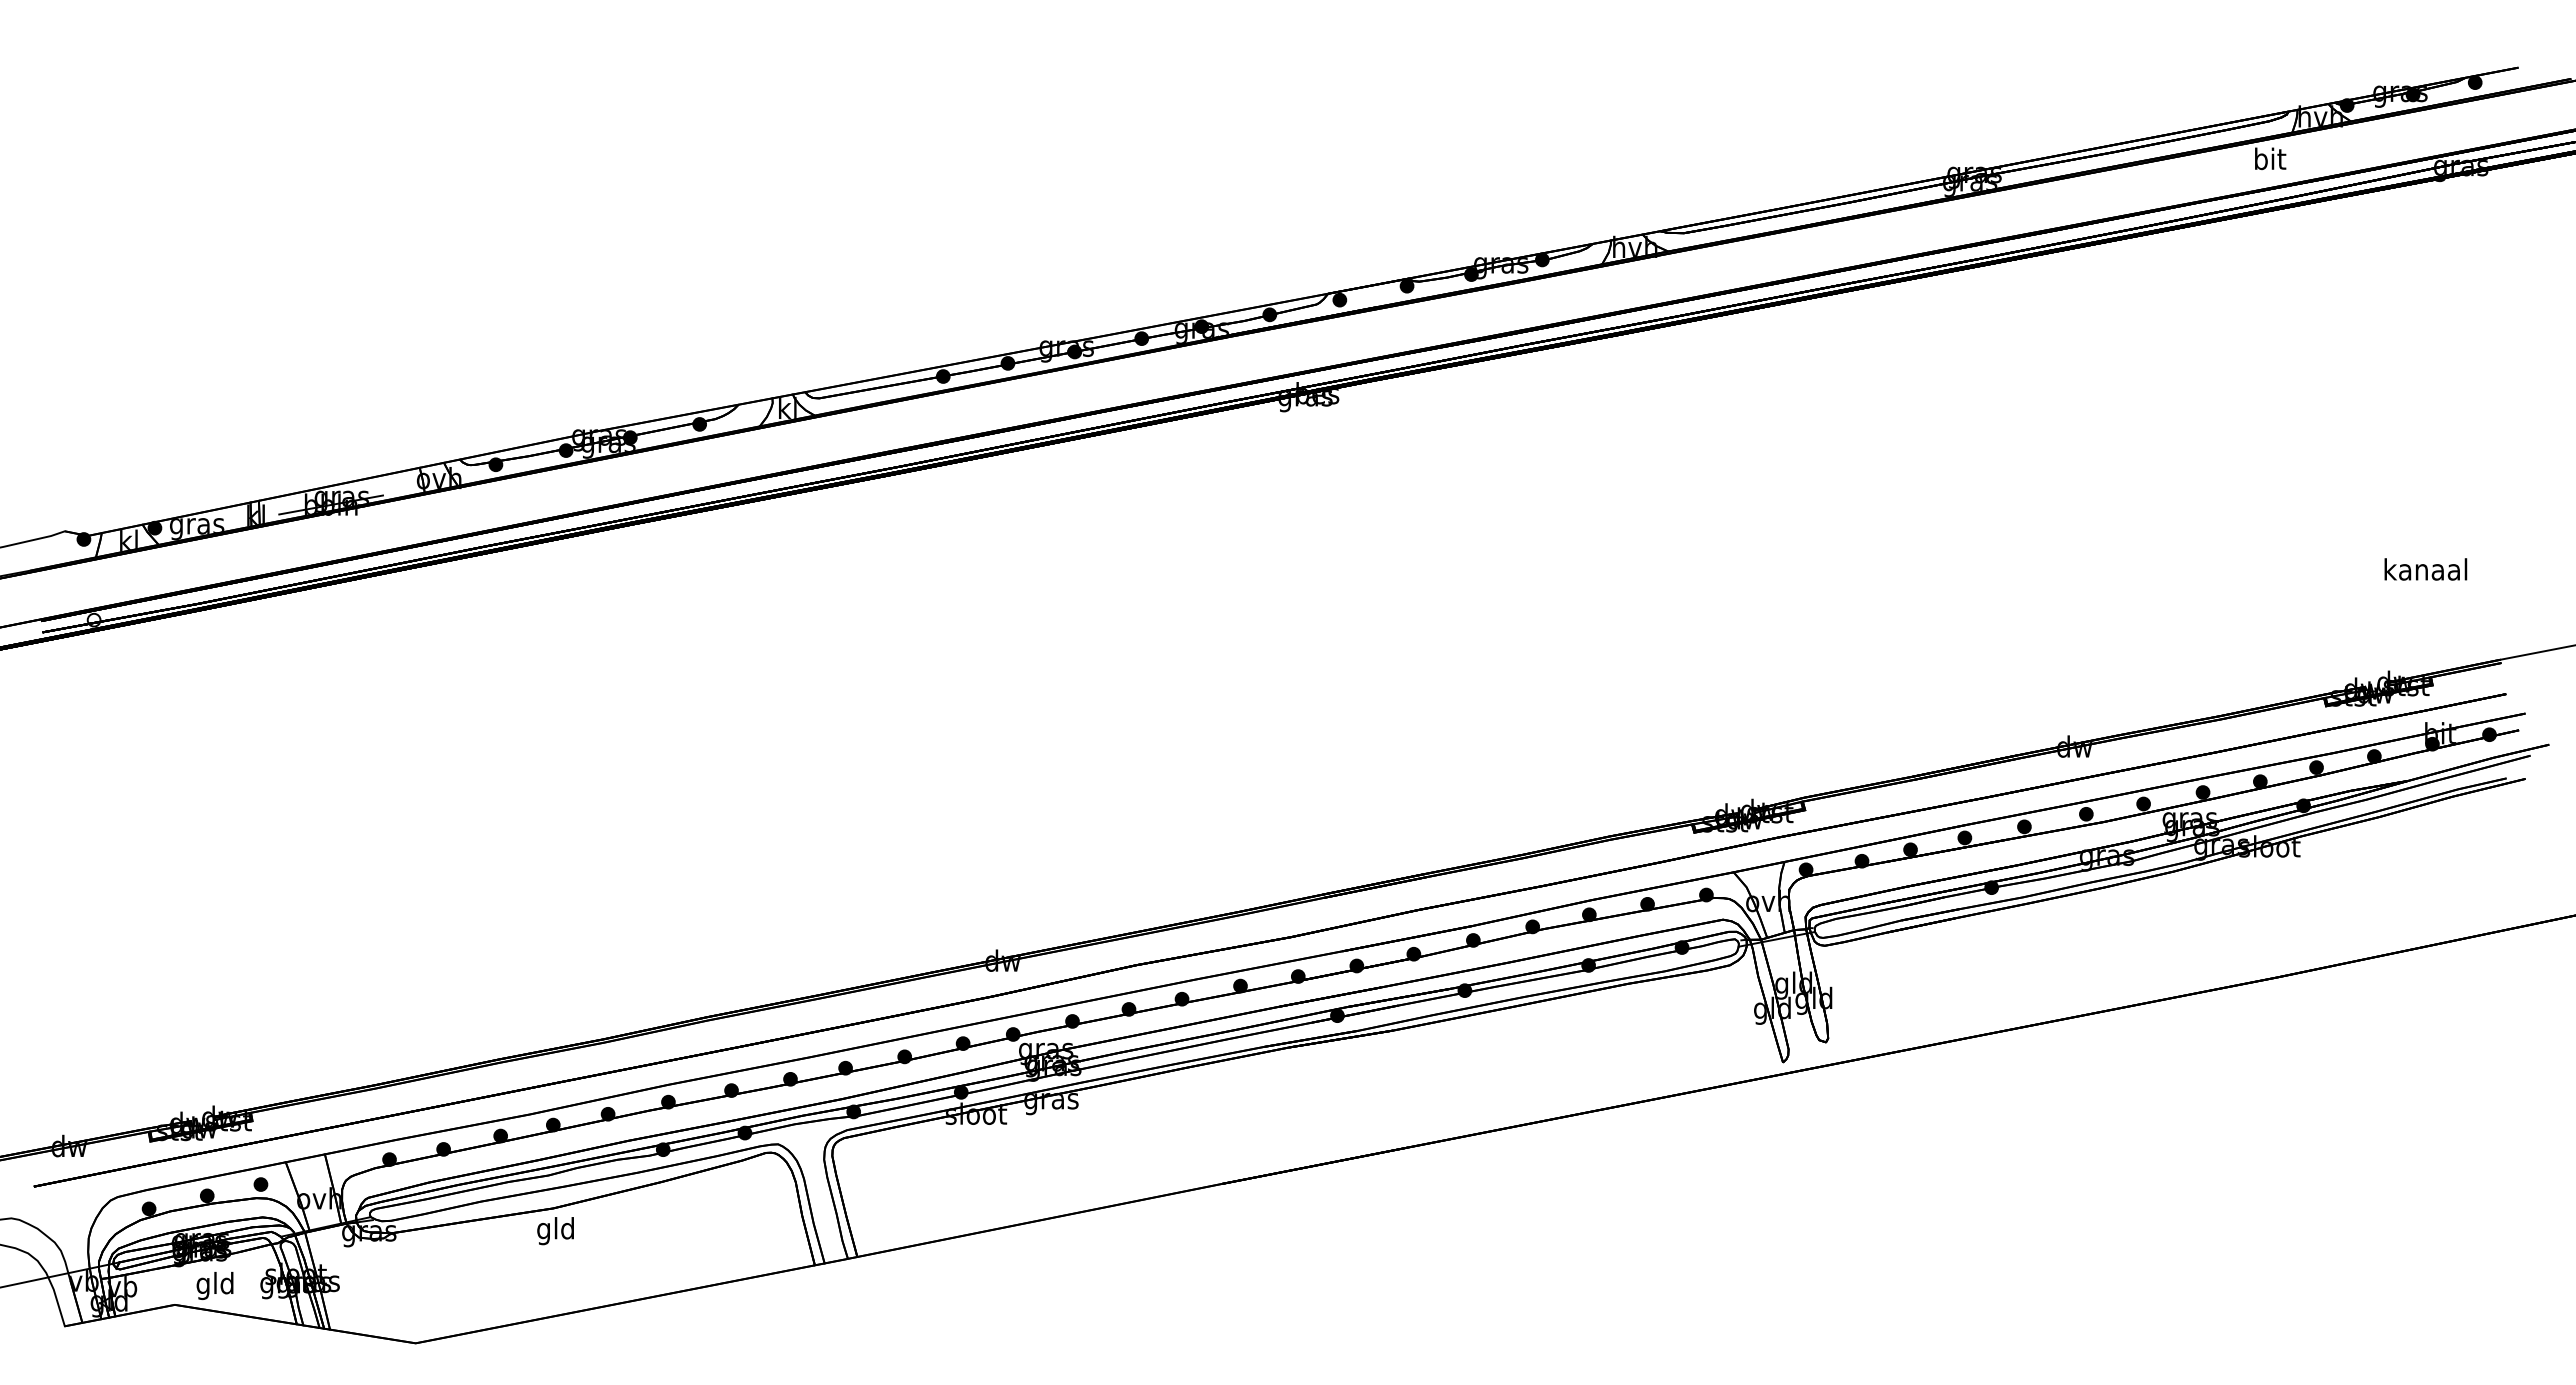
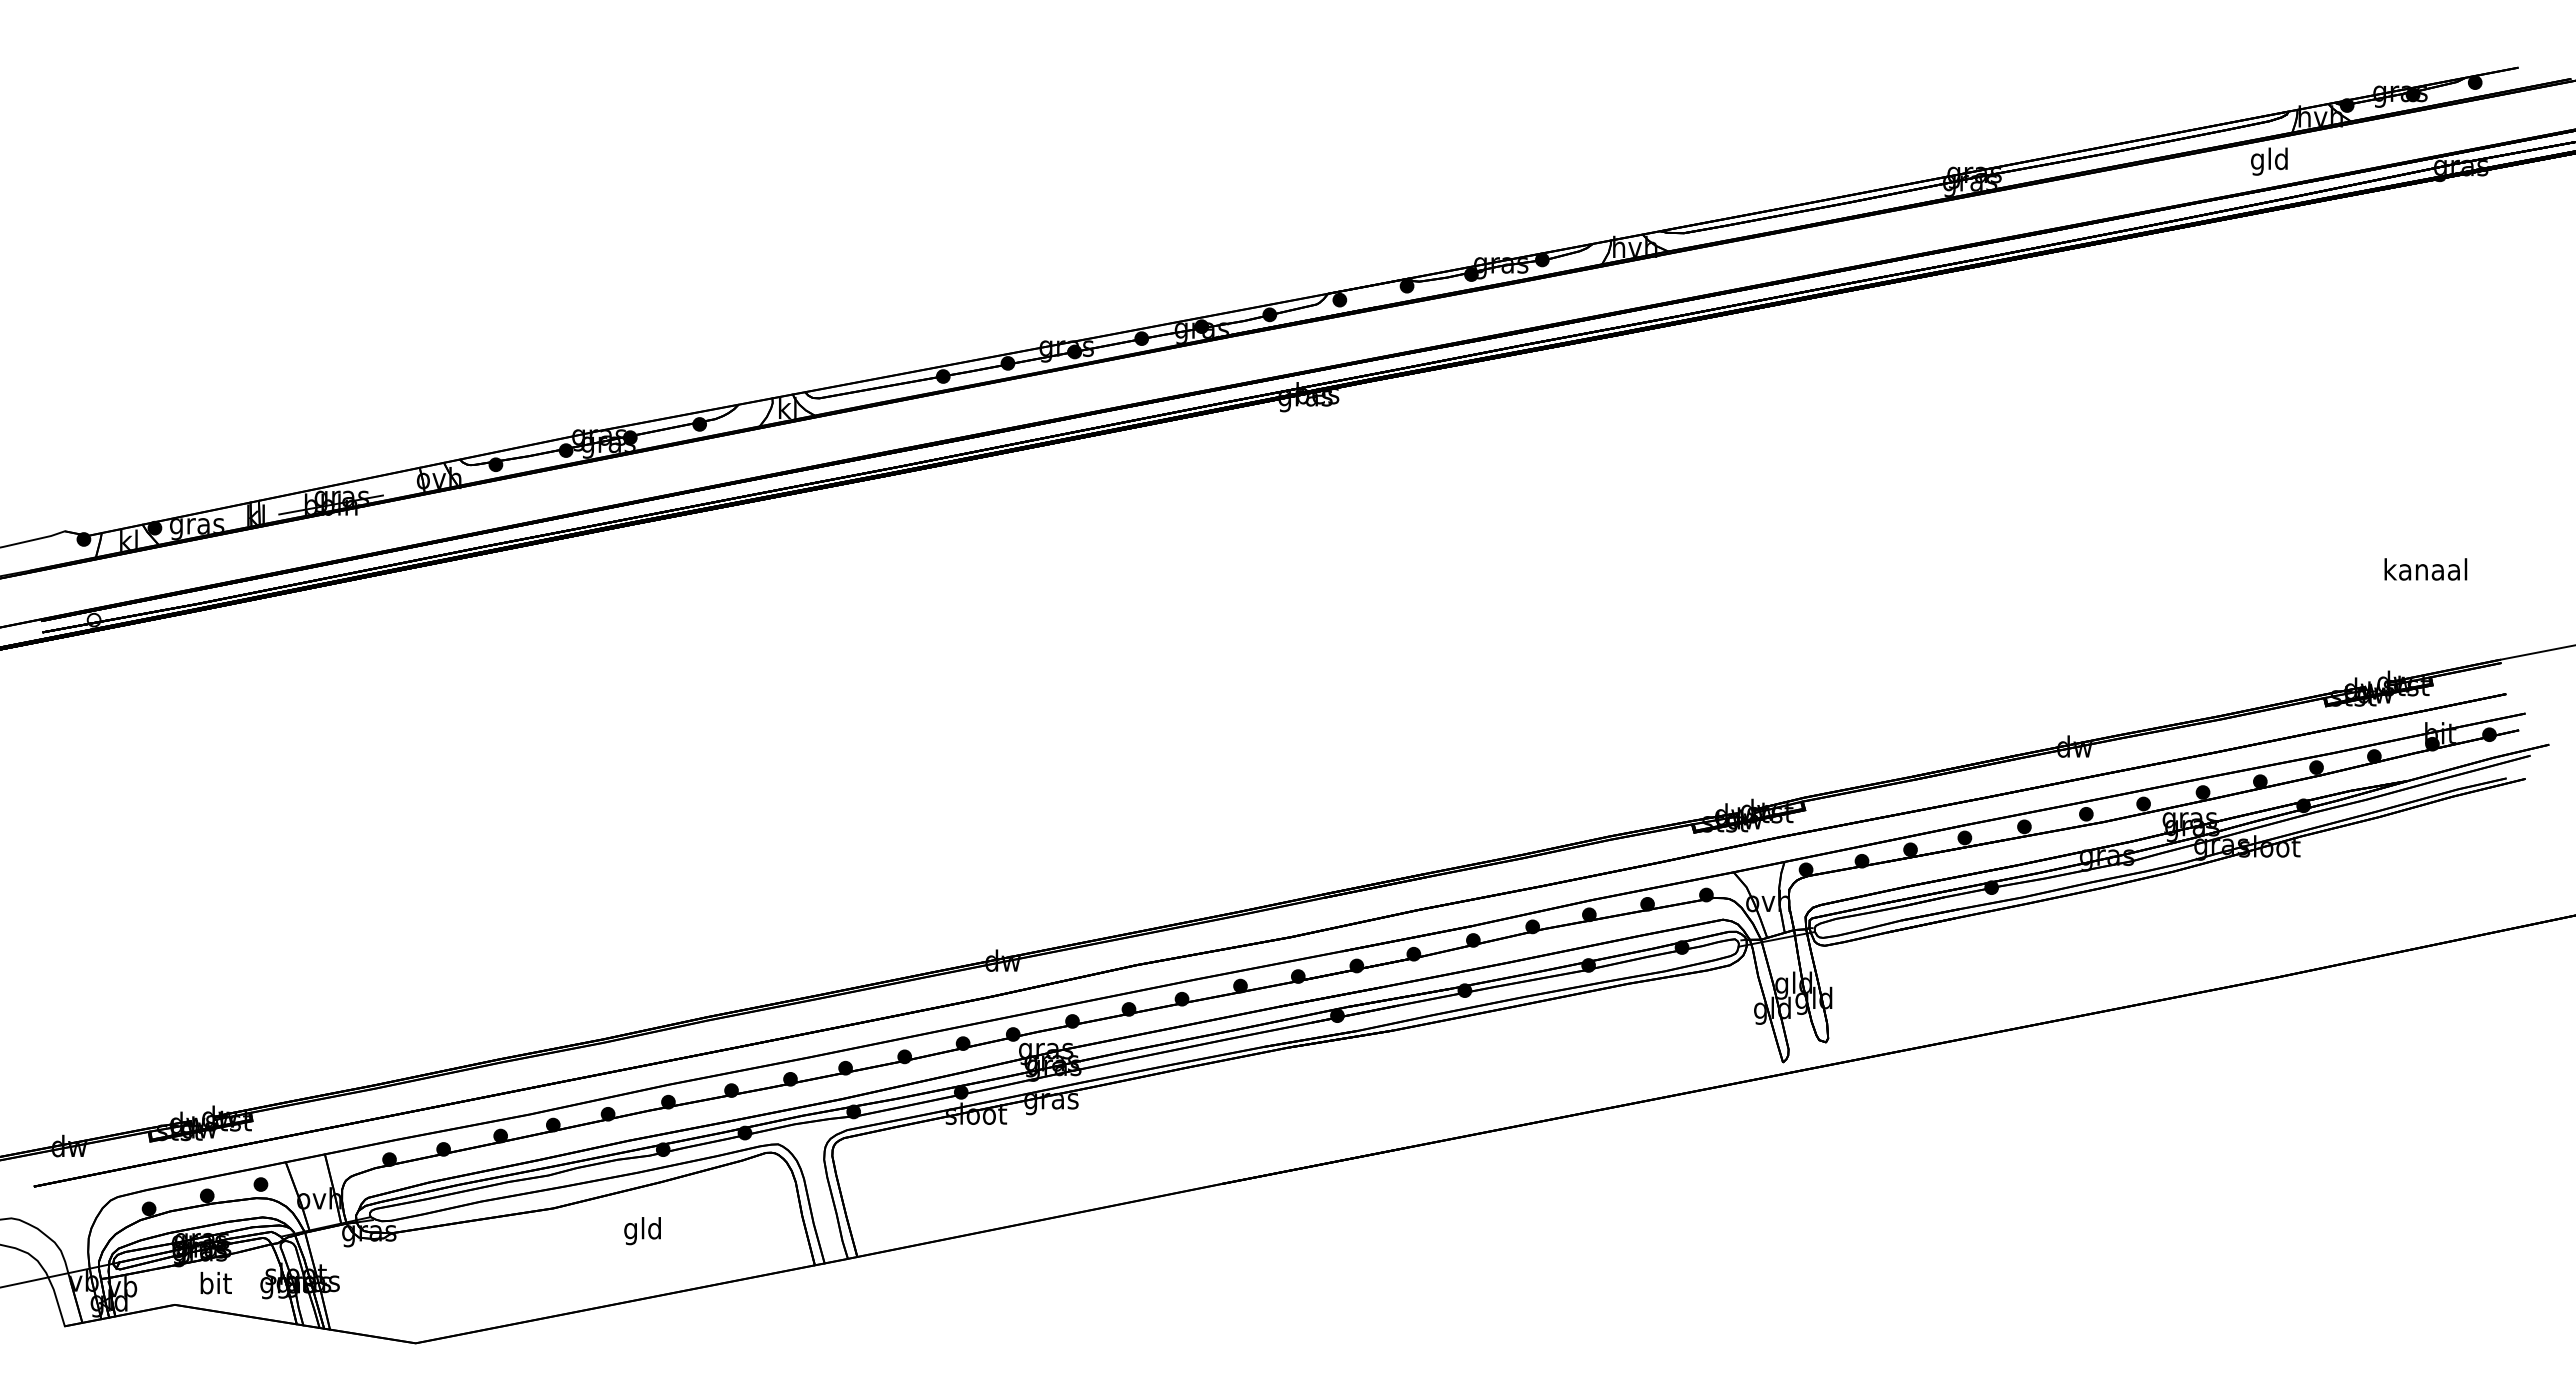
text at (2269, 161): bit -> gld
text at (555, 1231) position: (555, 1231) -> (642, 1231)
text at (214, 1285): gld -> bit
